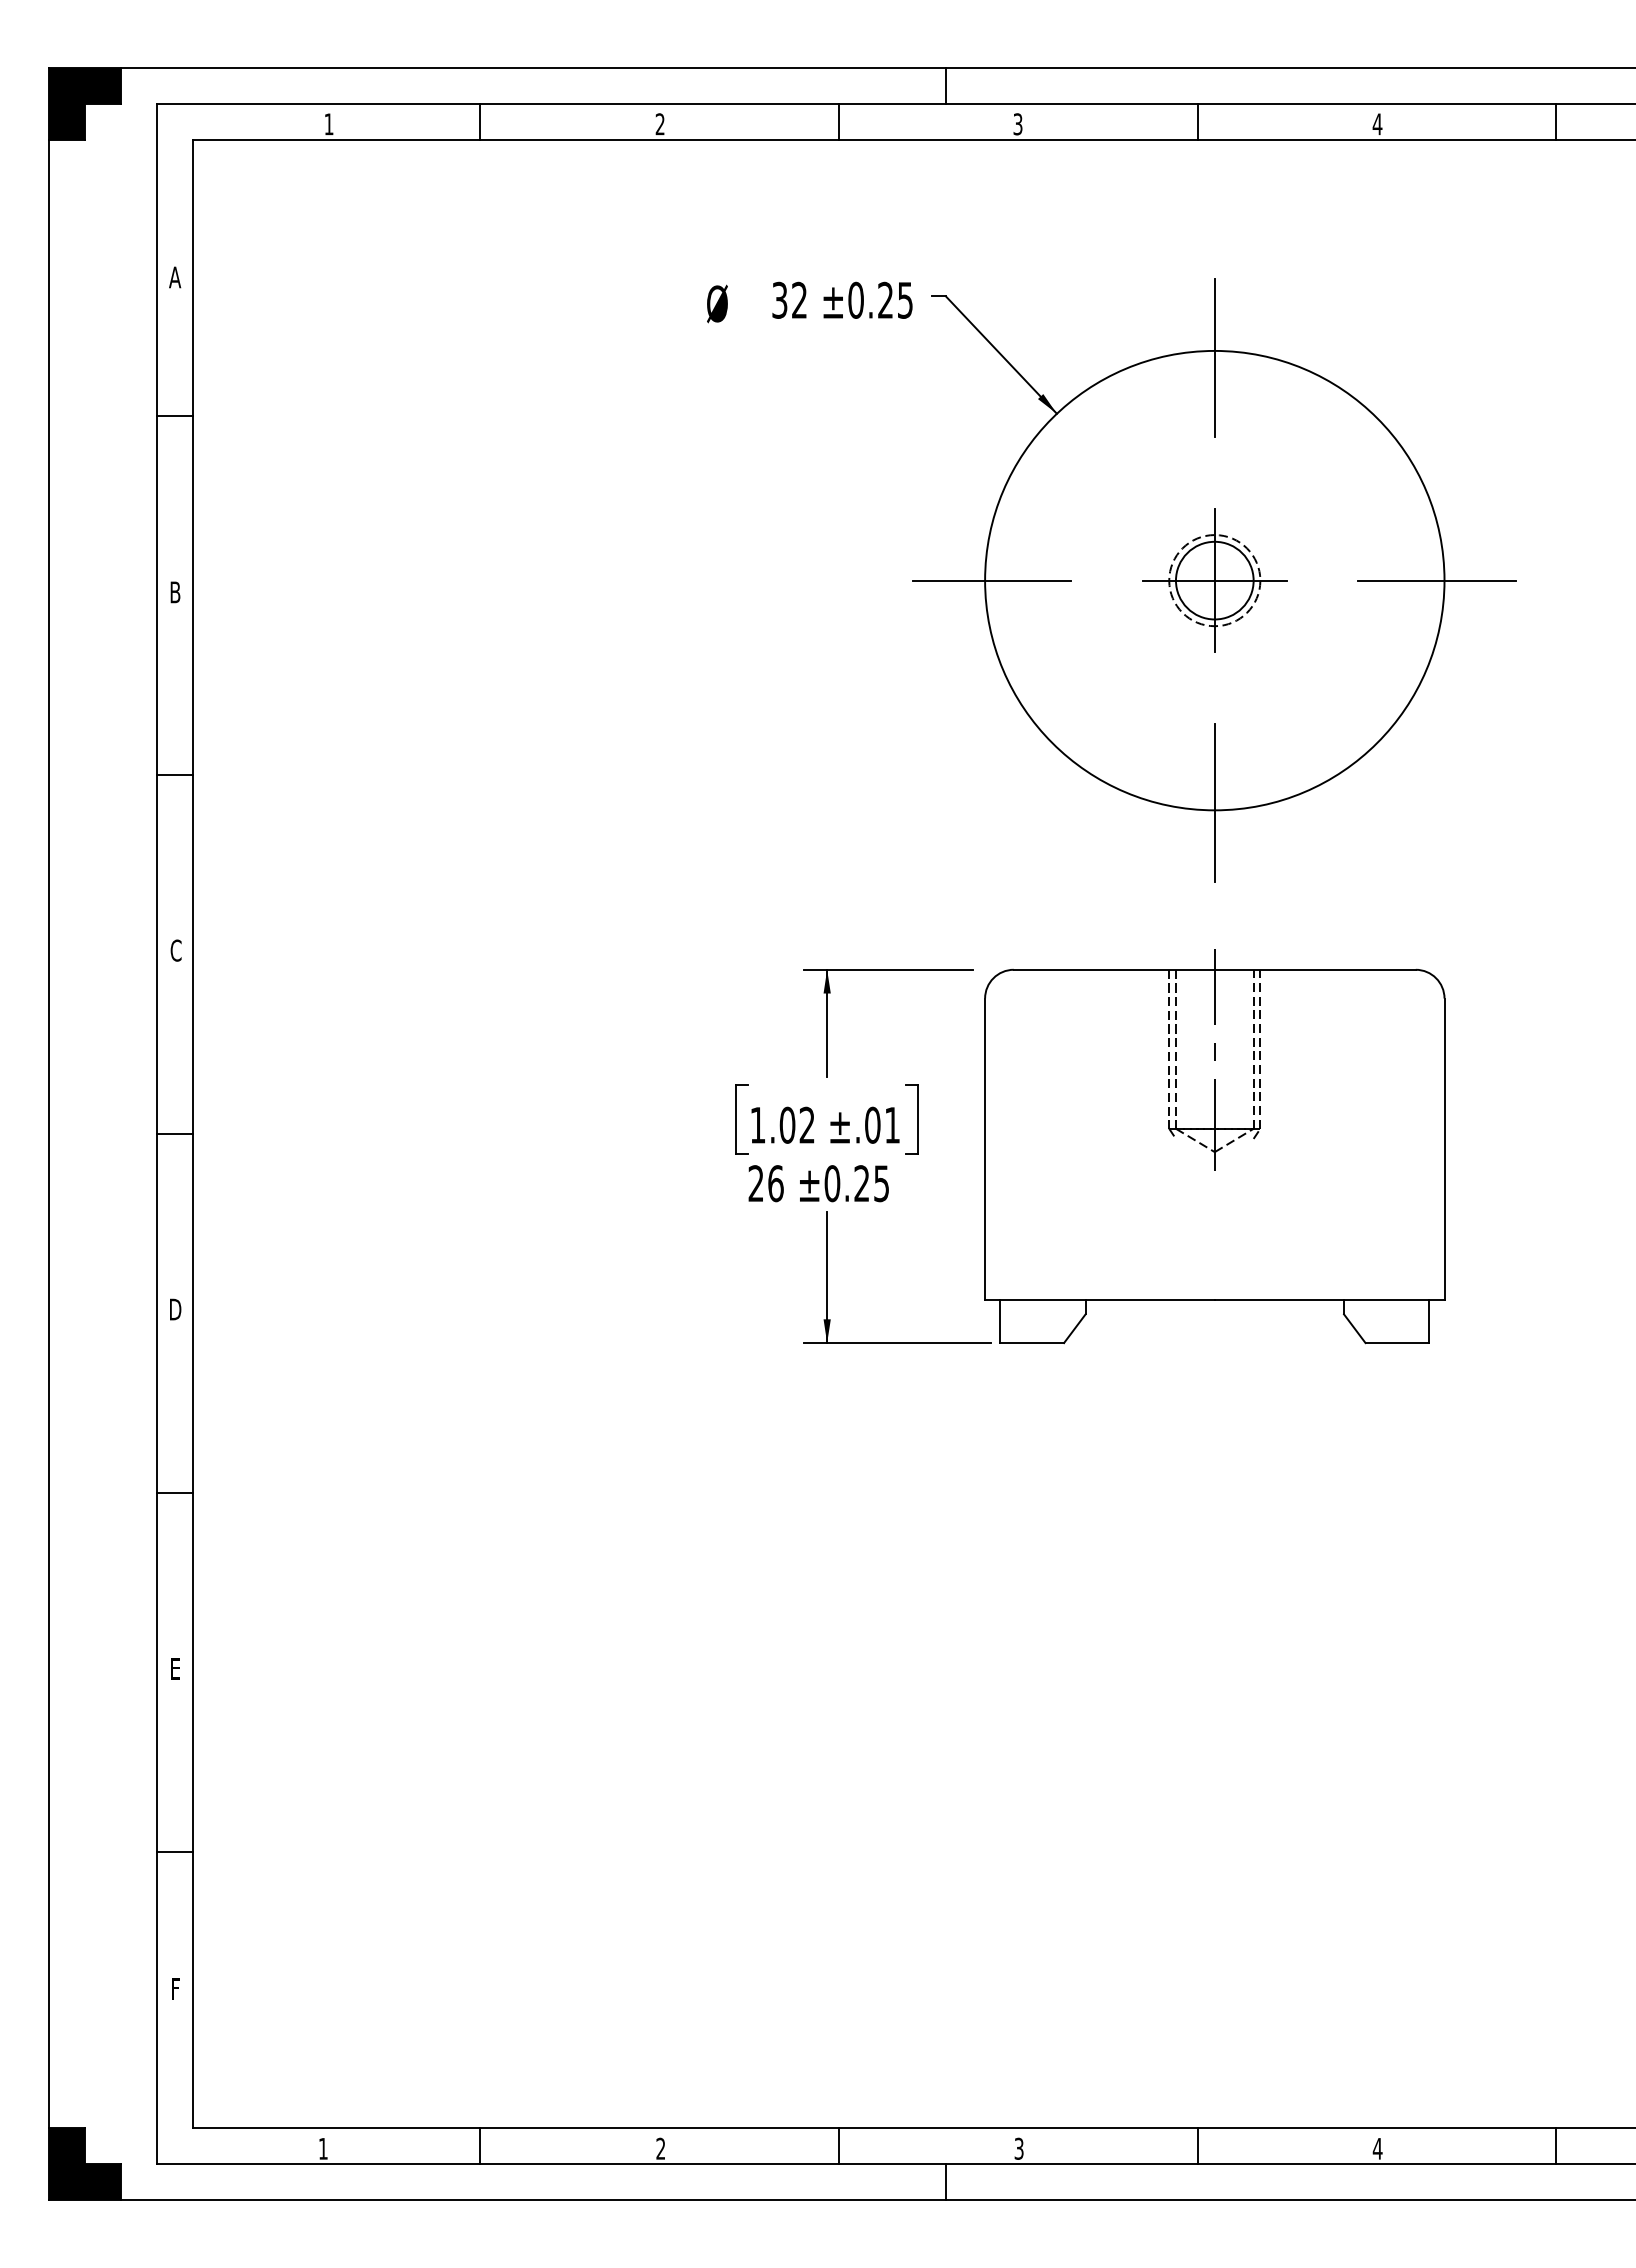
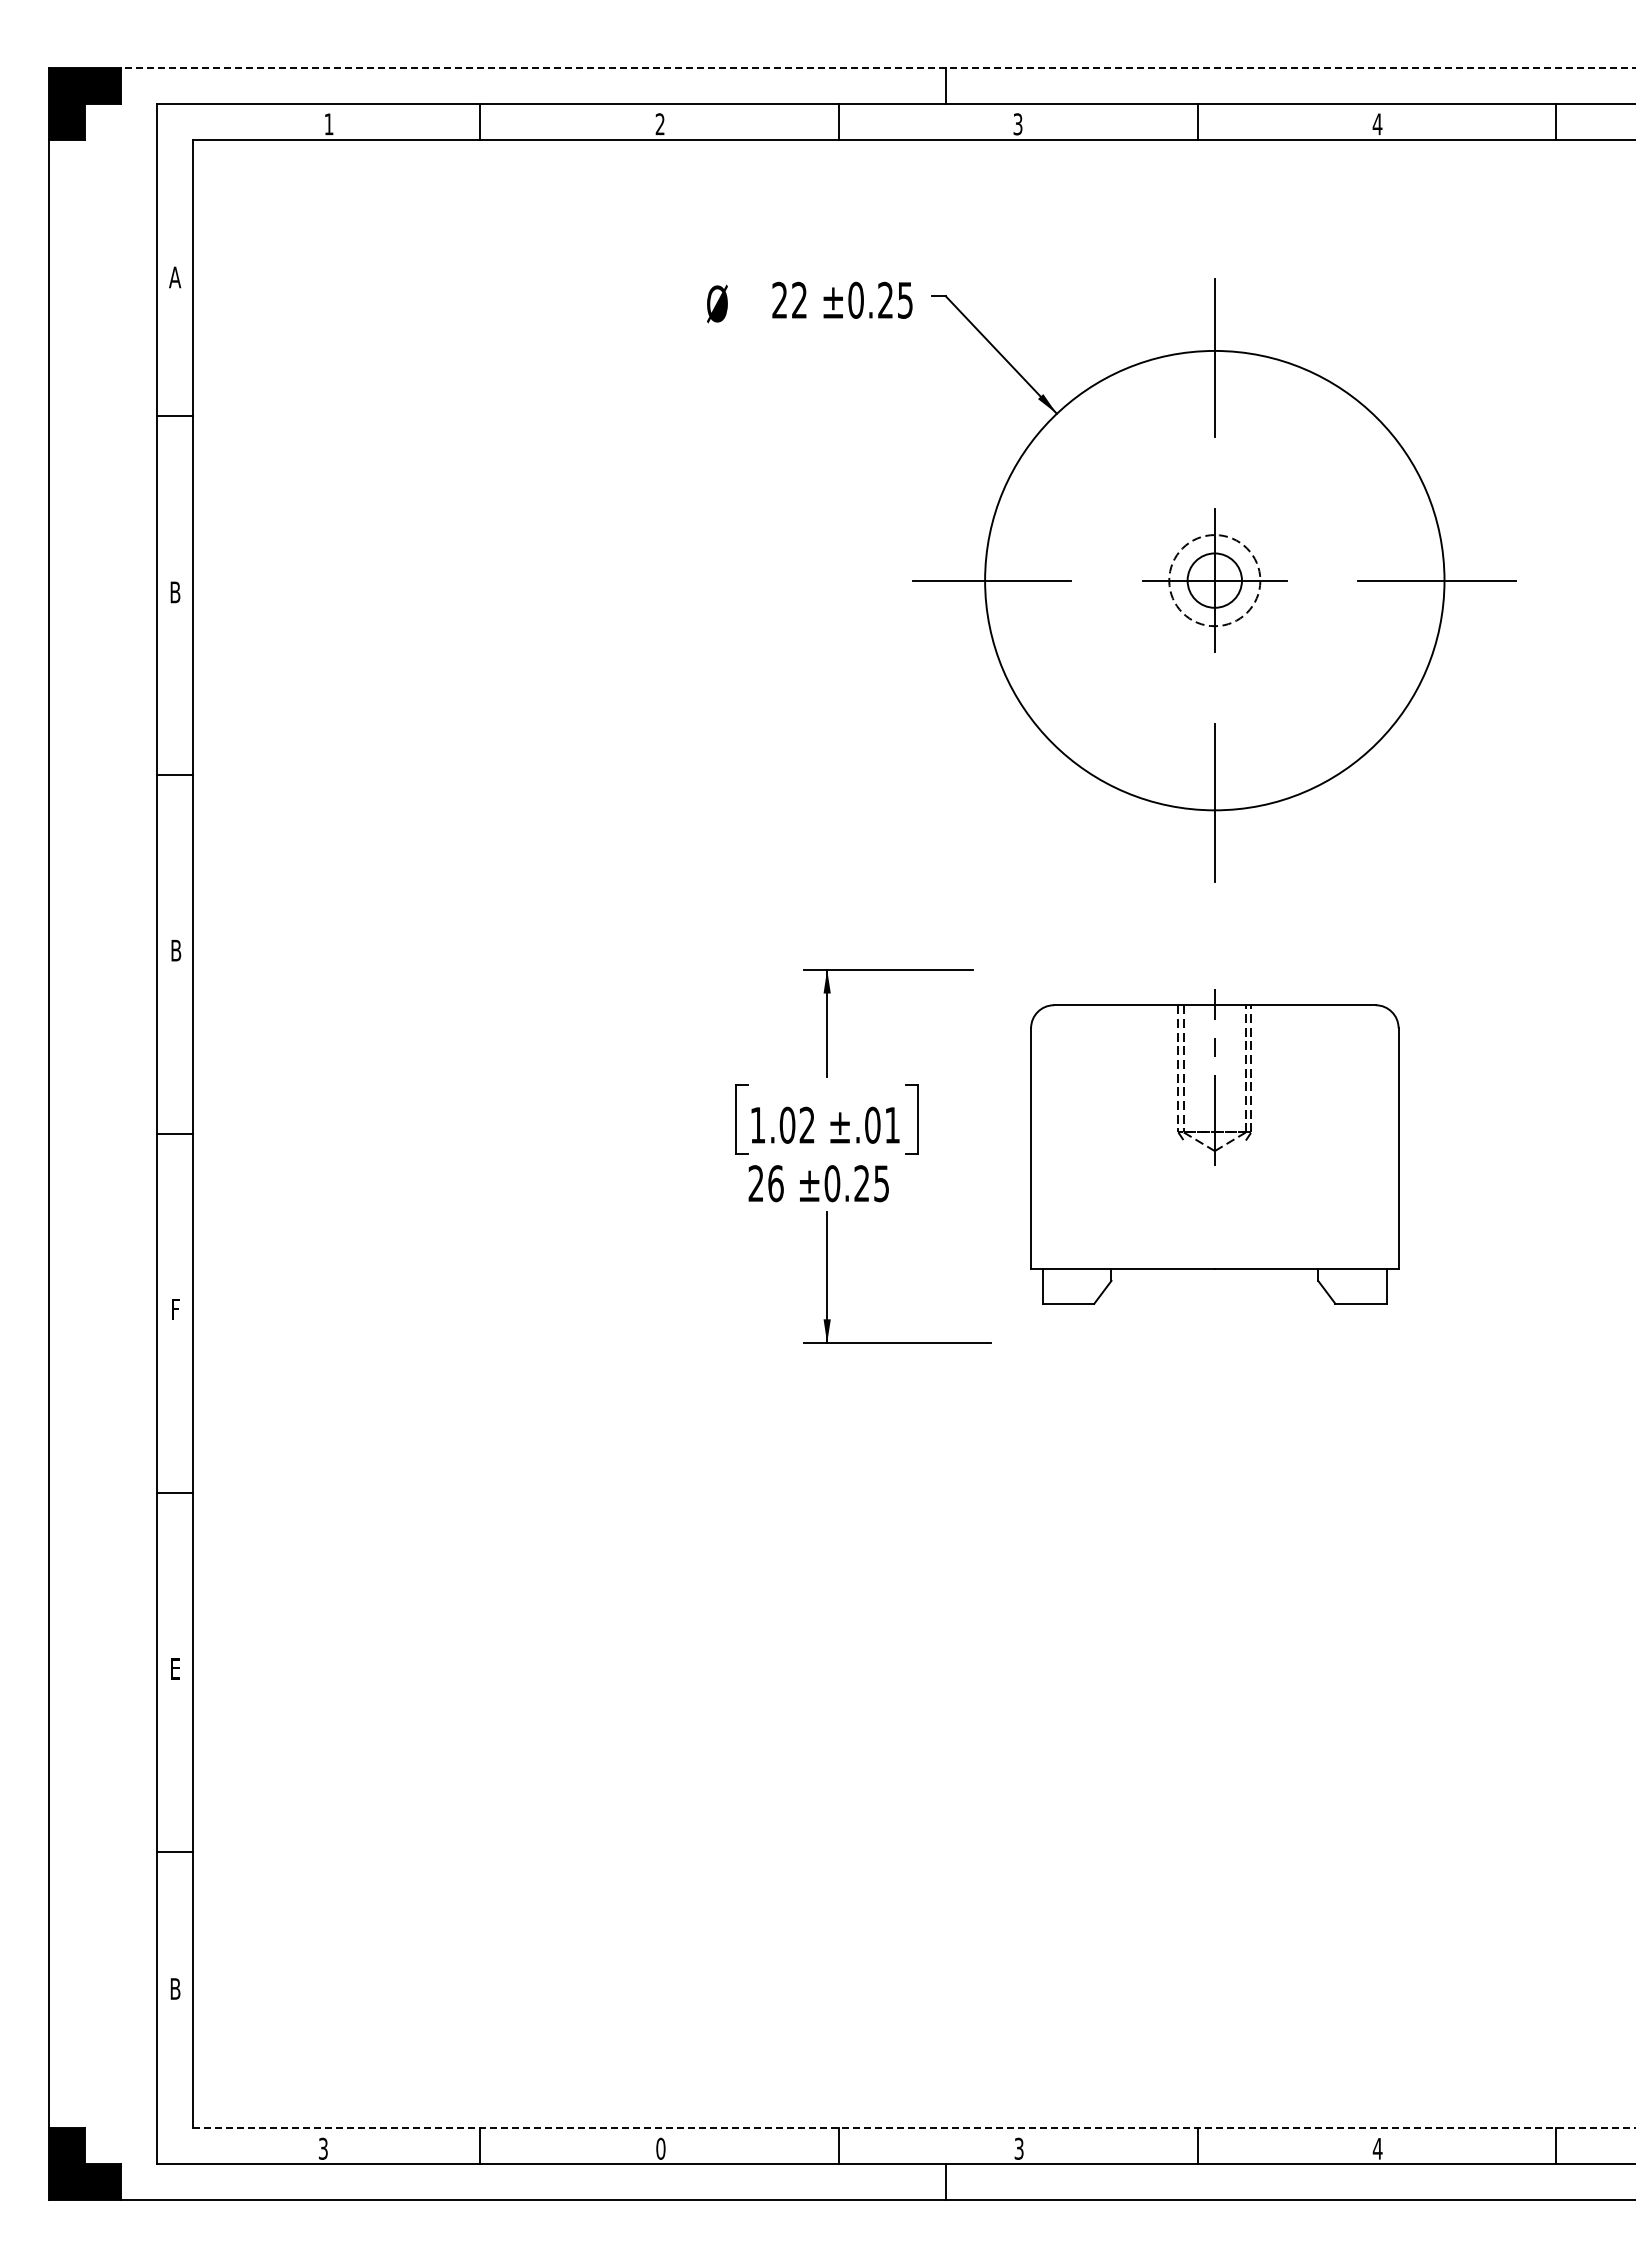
line at (877, 68): solid -> dashed
text at (779, 300): 32 -> 22
circle at (1214, 580) diameter: 78 px -> 54 px
text at (175, 950): C -> B
part at (1214, 1146) size: 462x396 px -> 370x316 px
text at (175, 1309): D -> F
text at (175, 1988): F -> B
line at (914, 2128): solid -> dashed
text at (323, 2148): 1 -> 3
text at (660, 2148): 2 -> 0
